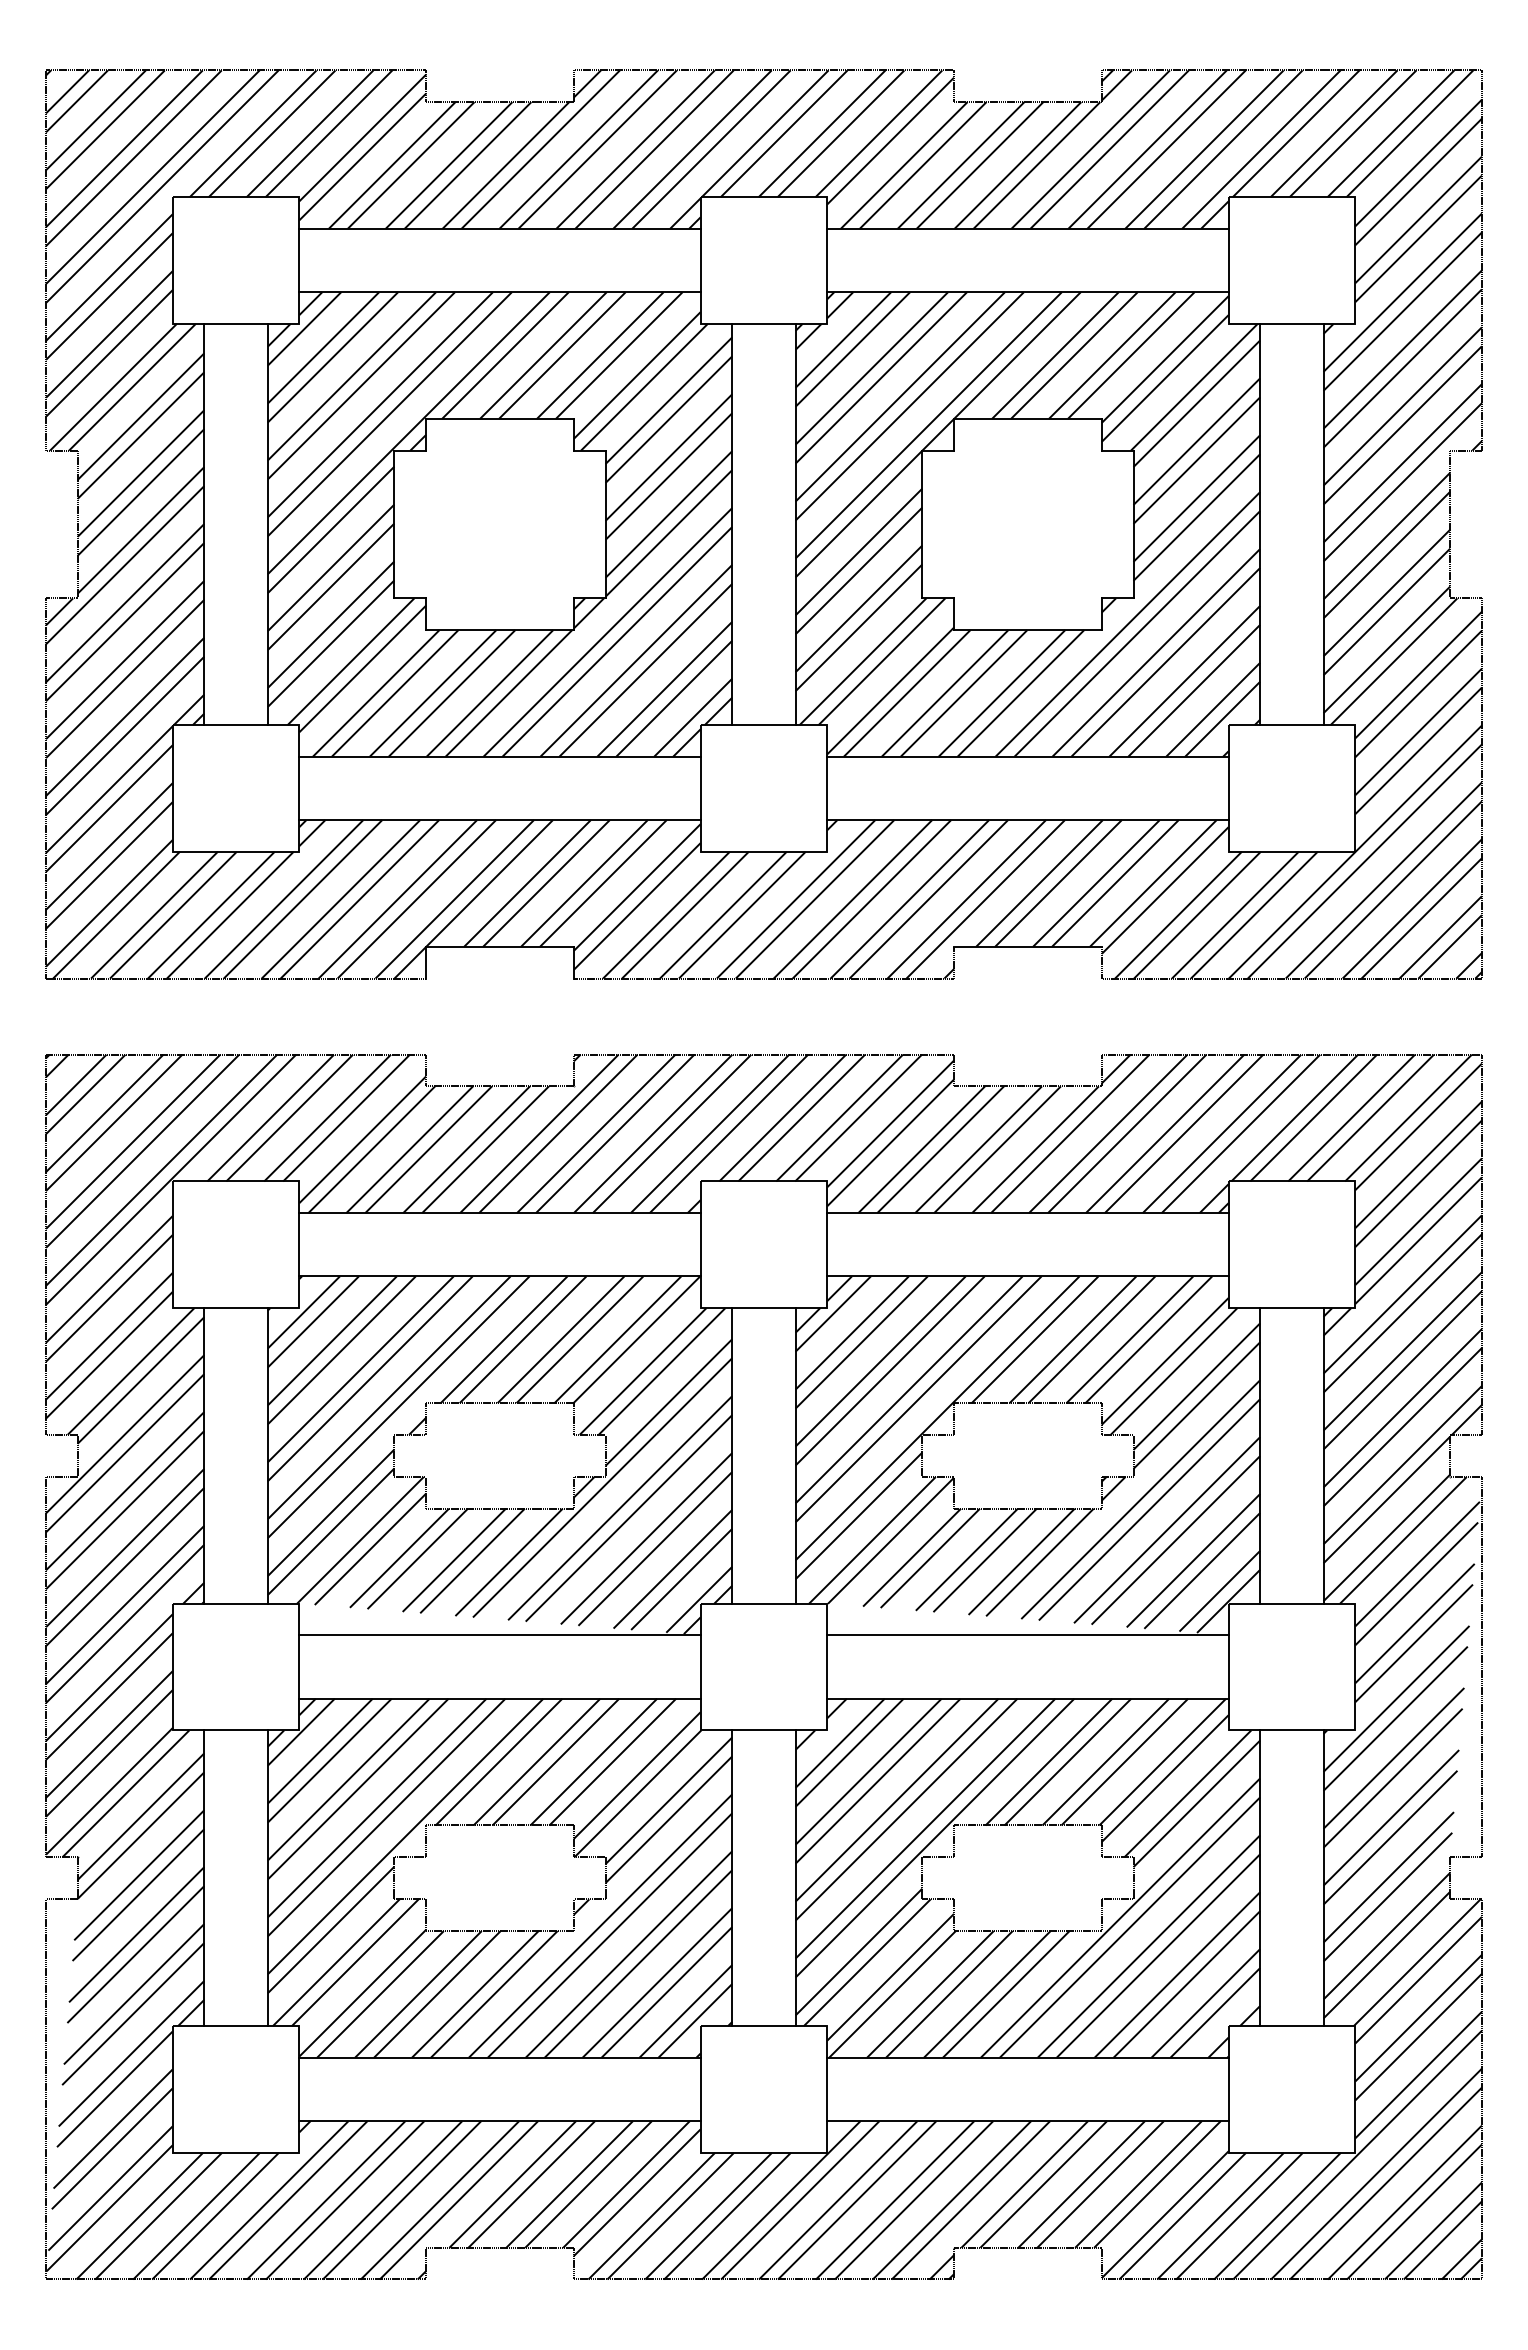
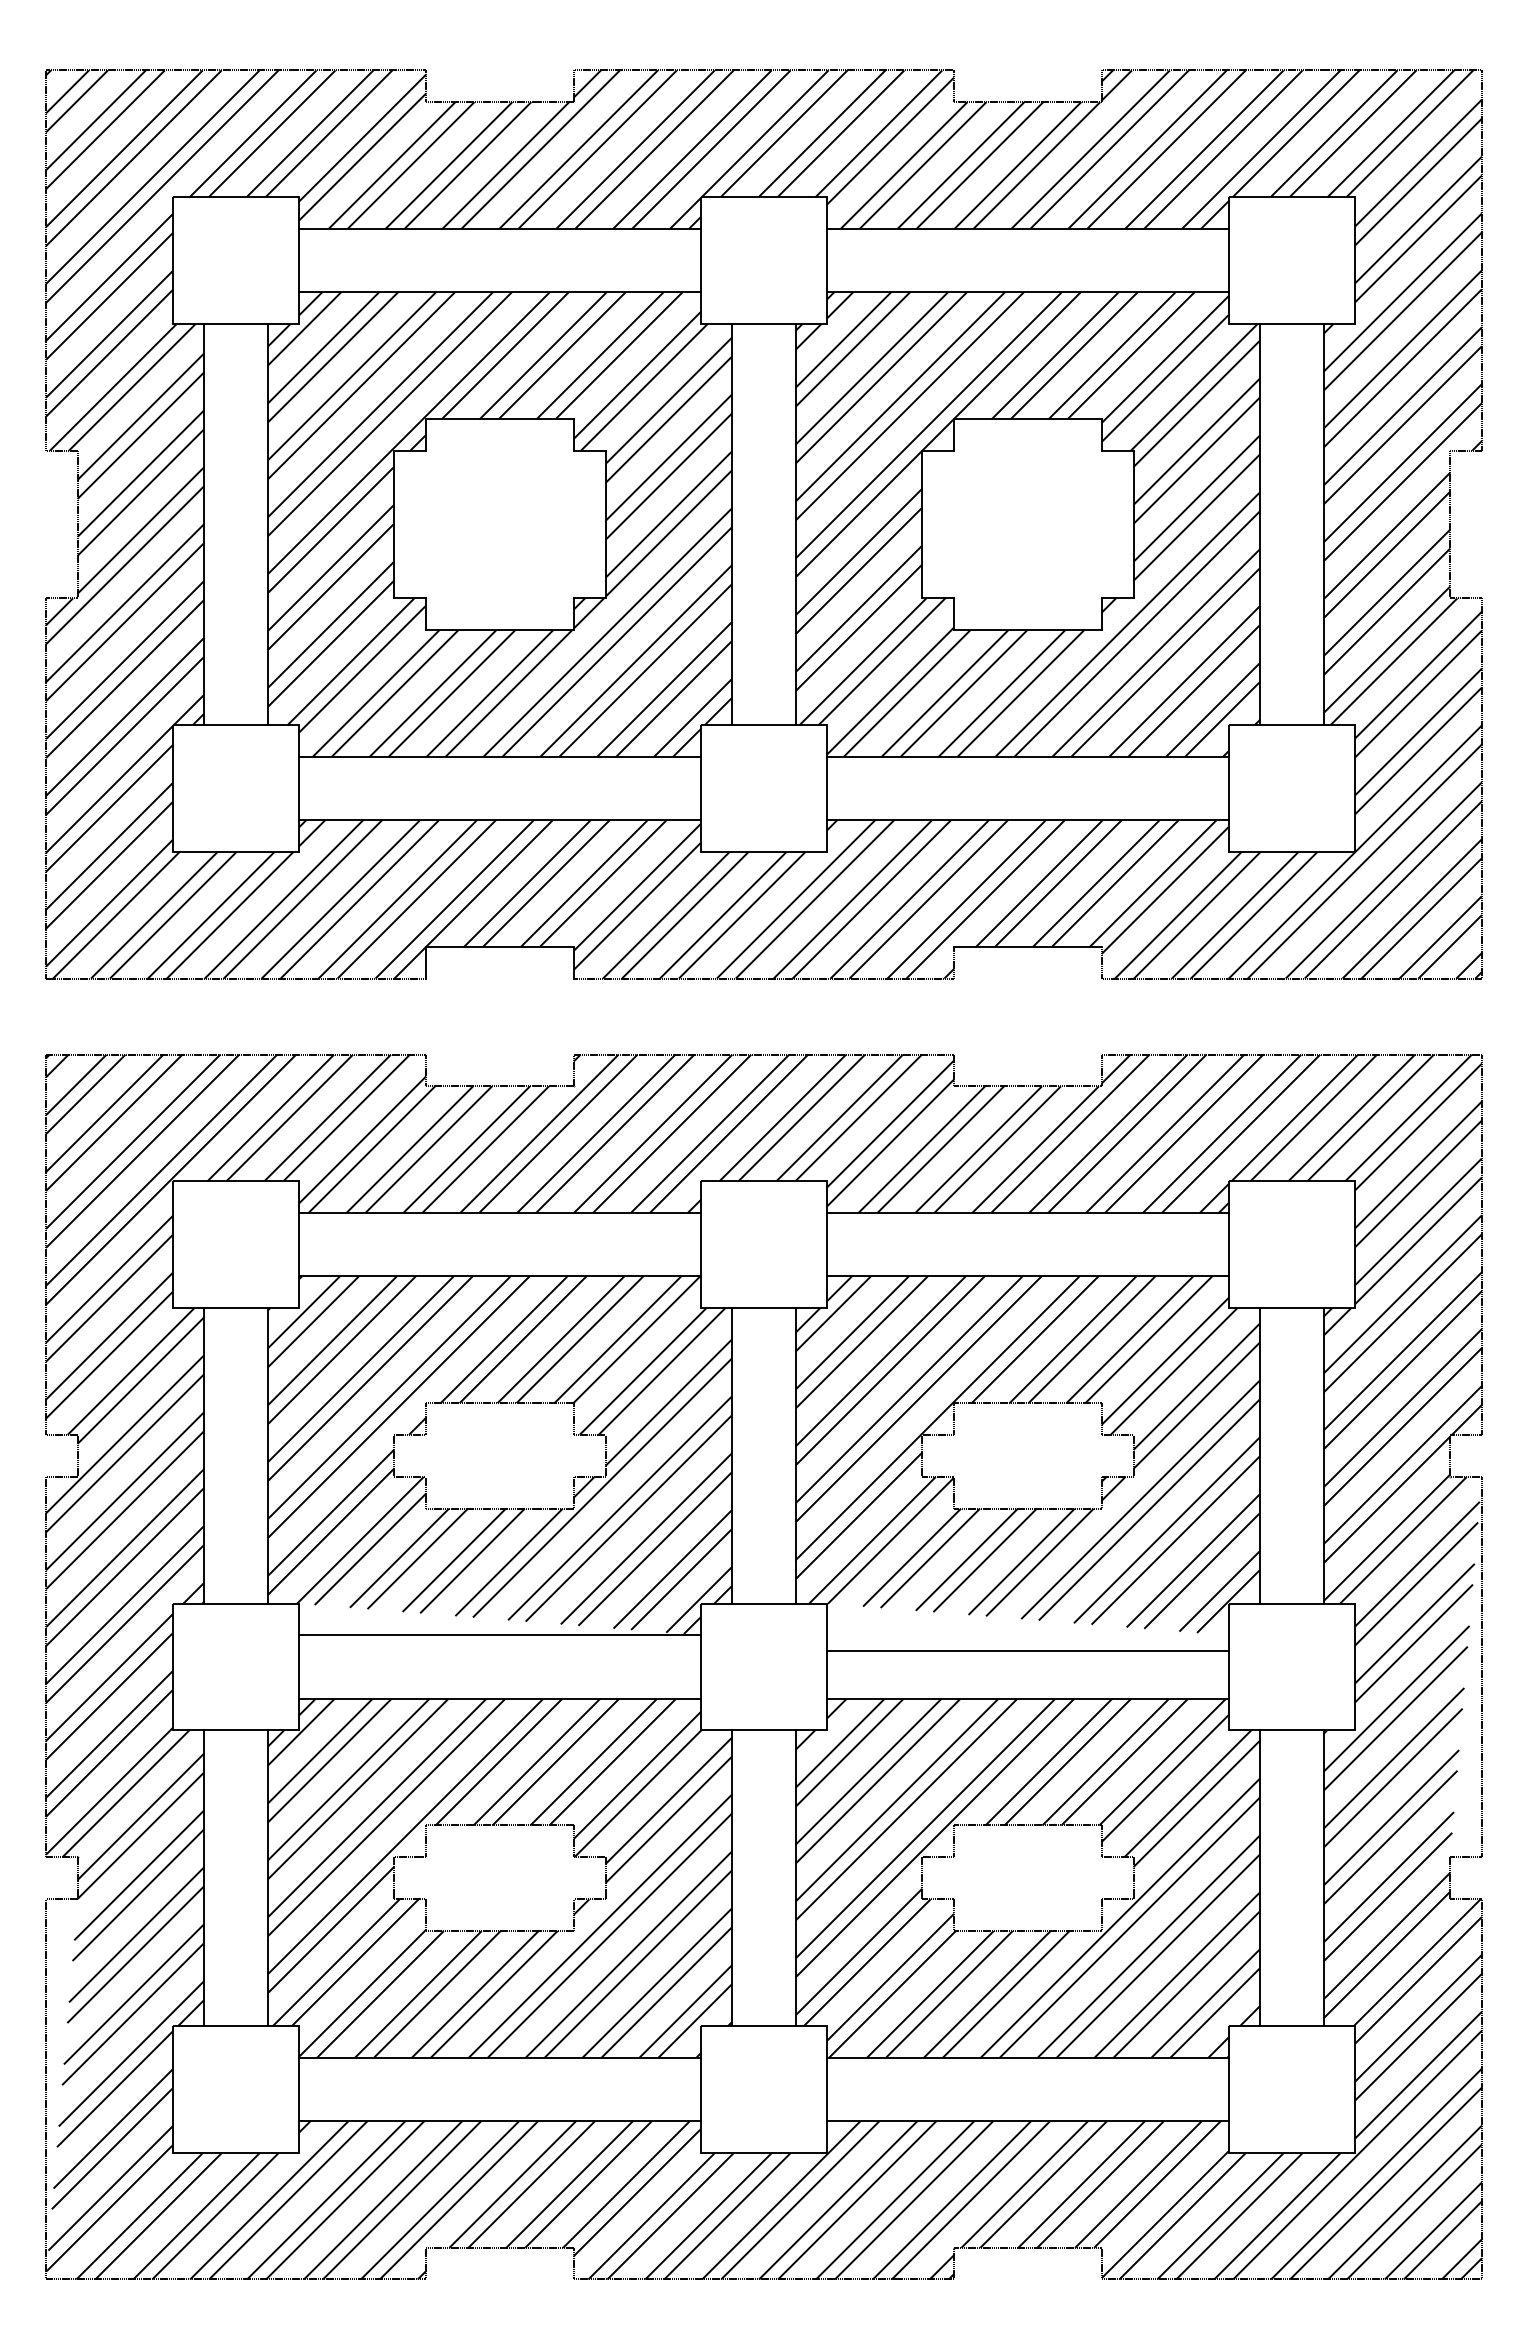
line at (1027, 1635) position: (1027, 1635) -> (1027, 1651)
